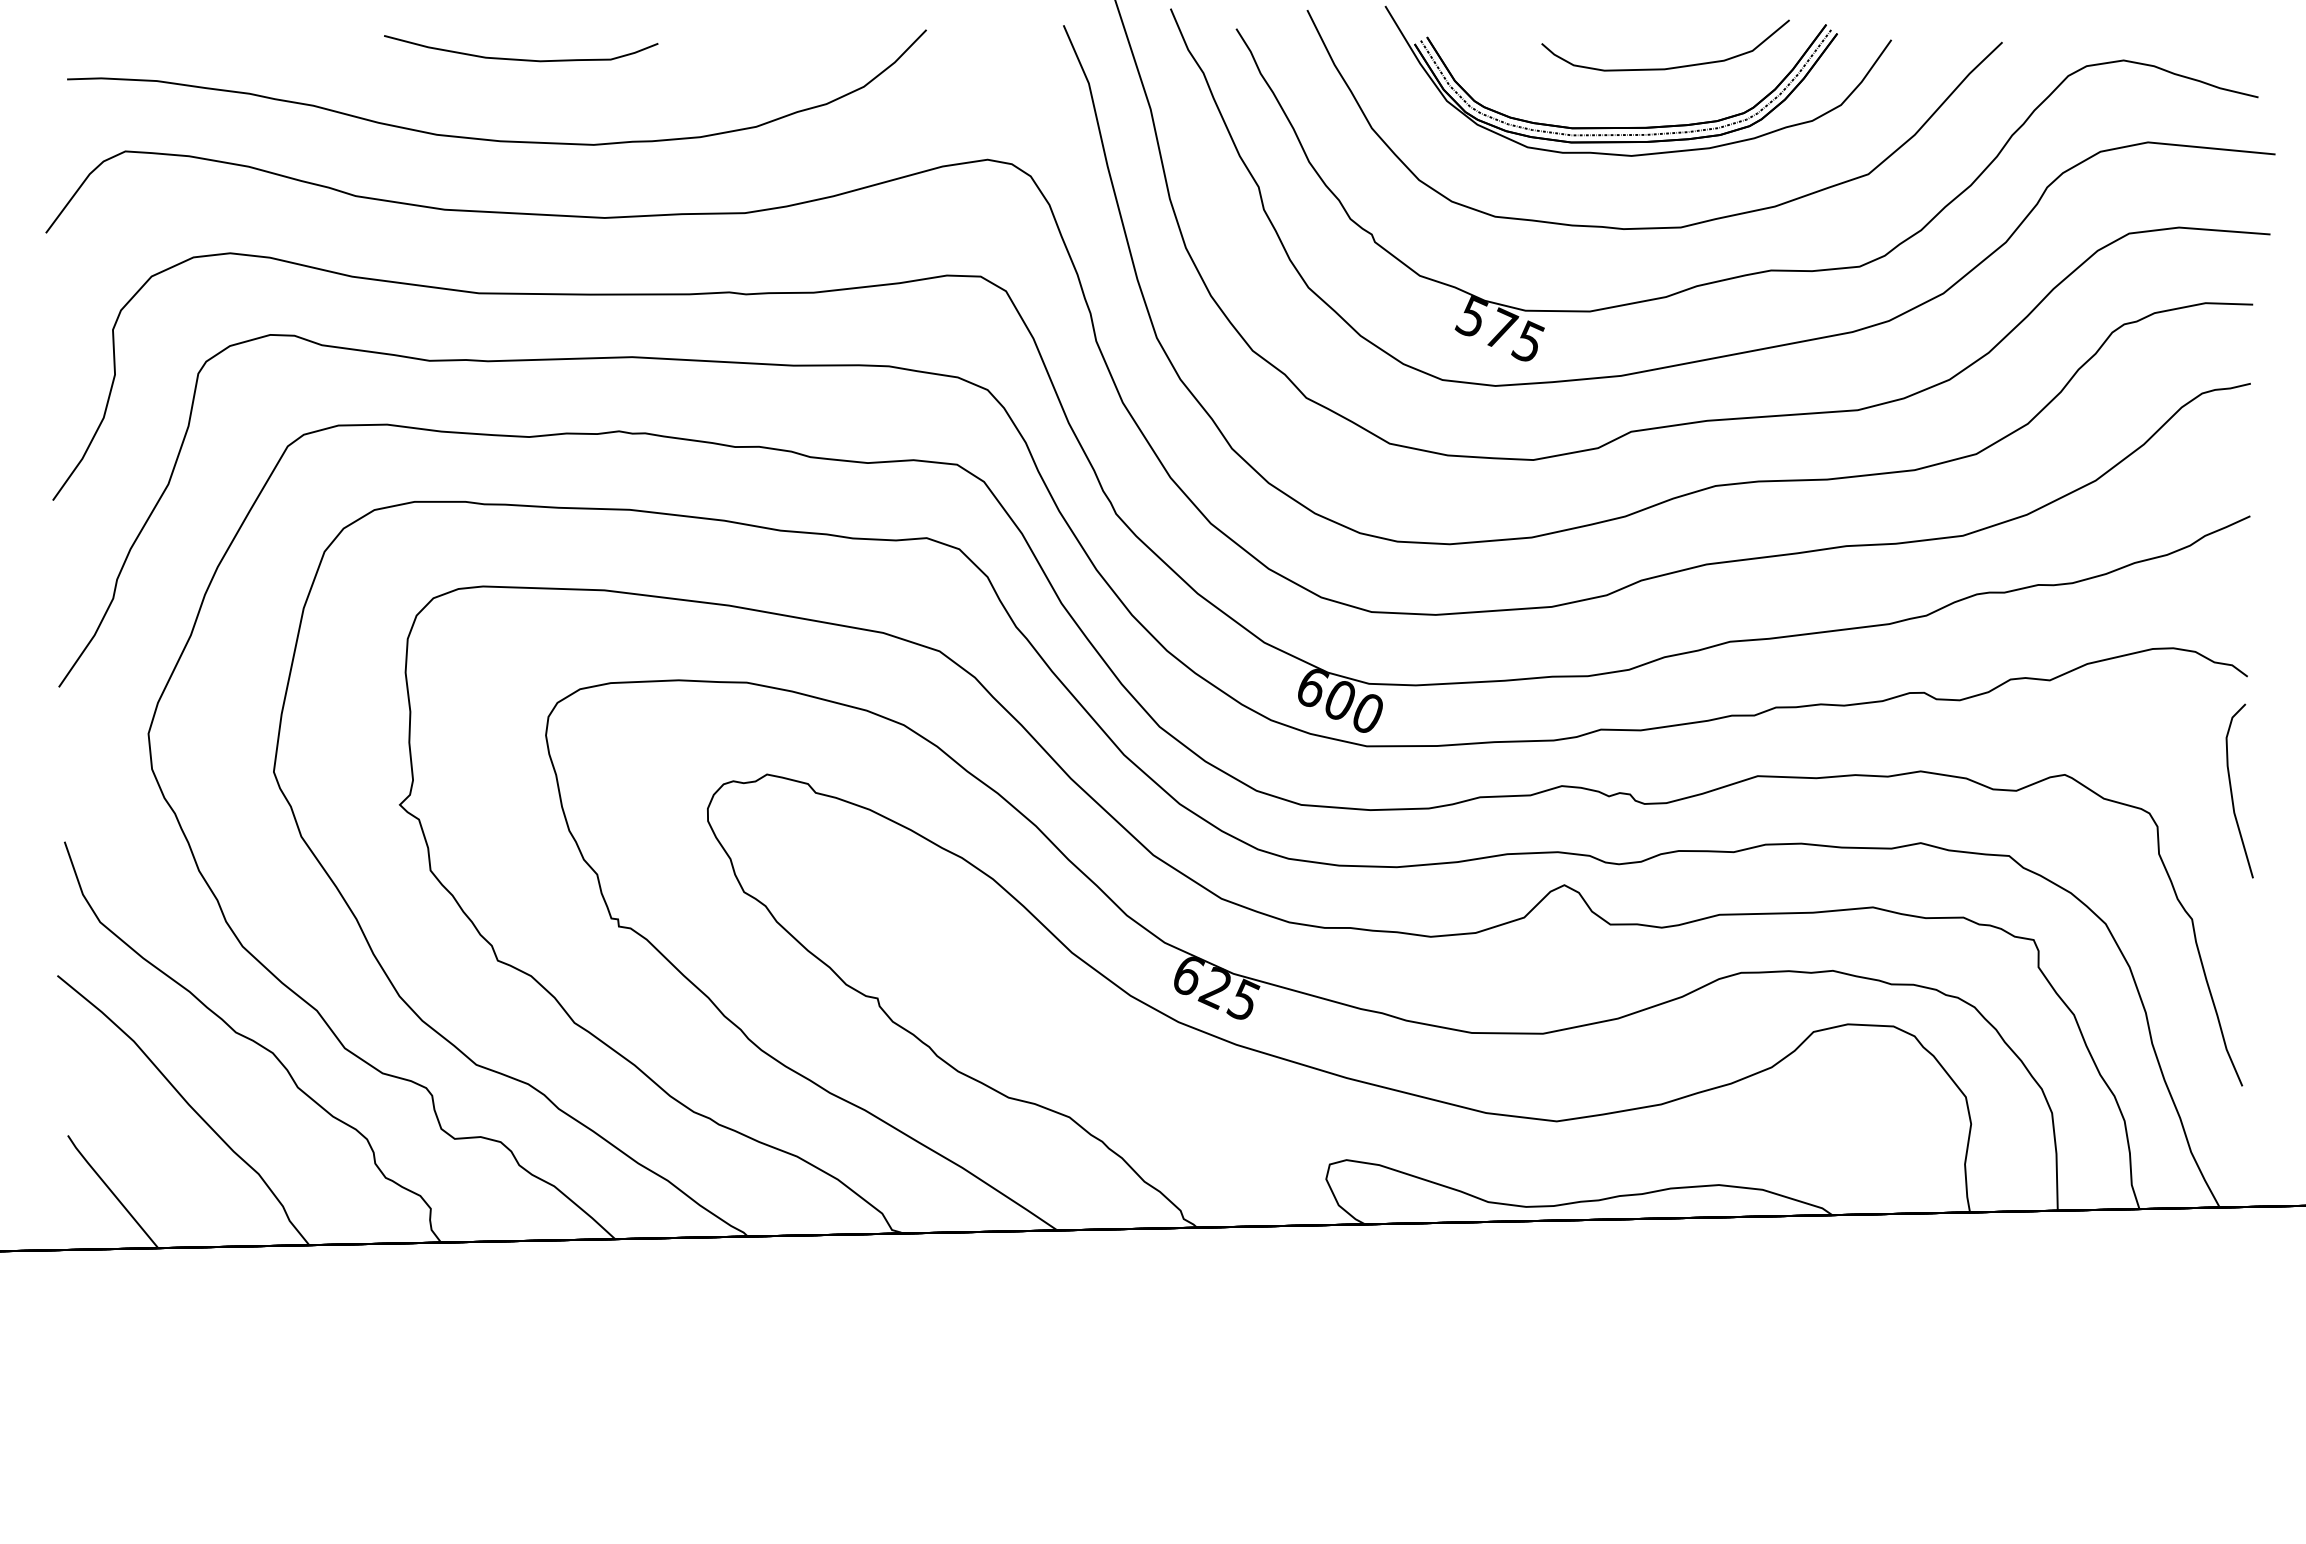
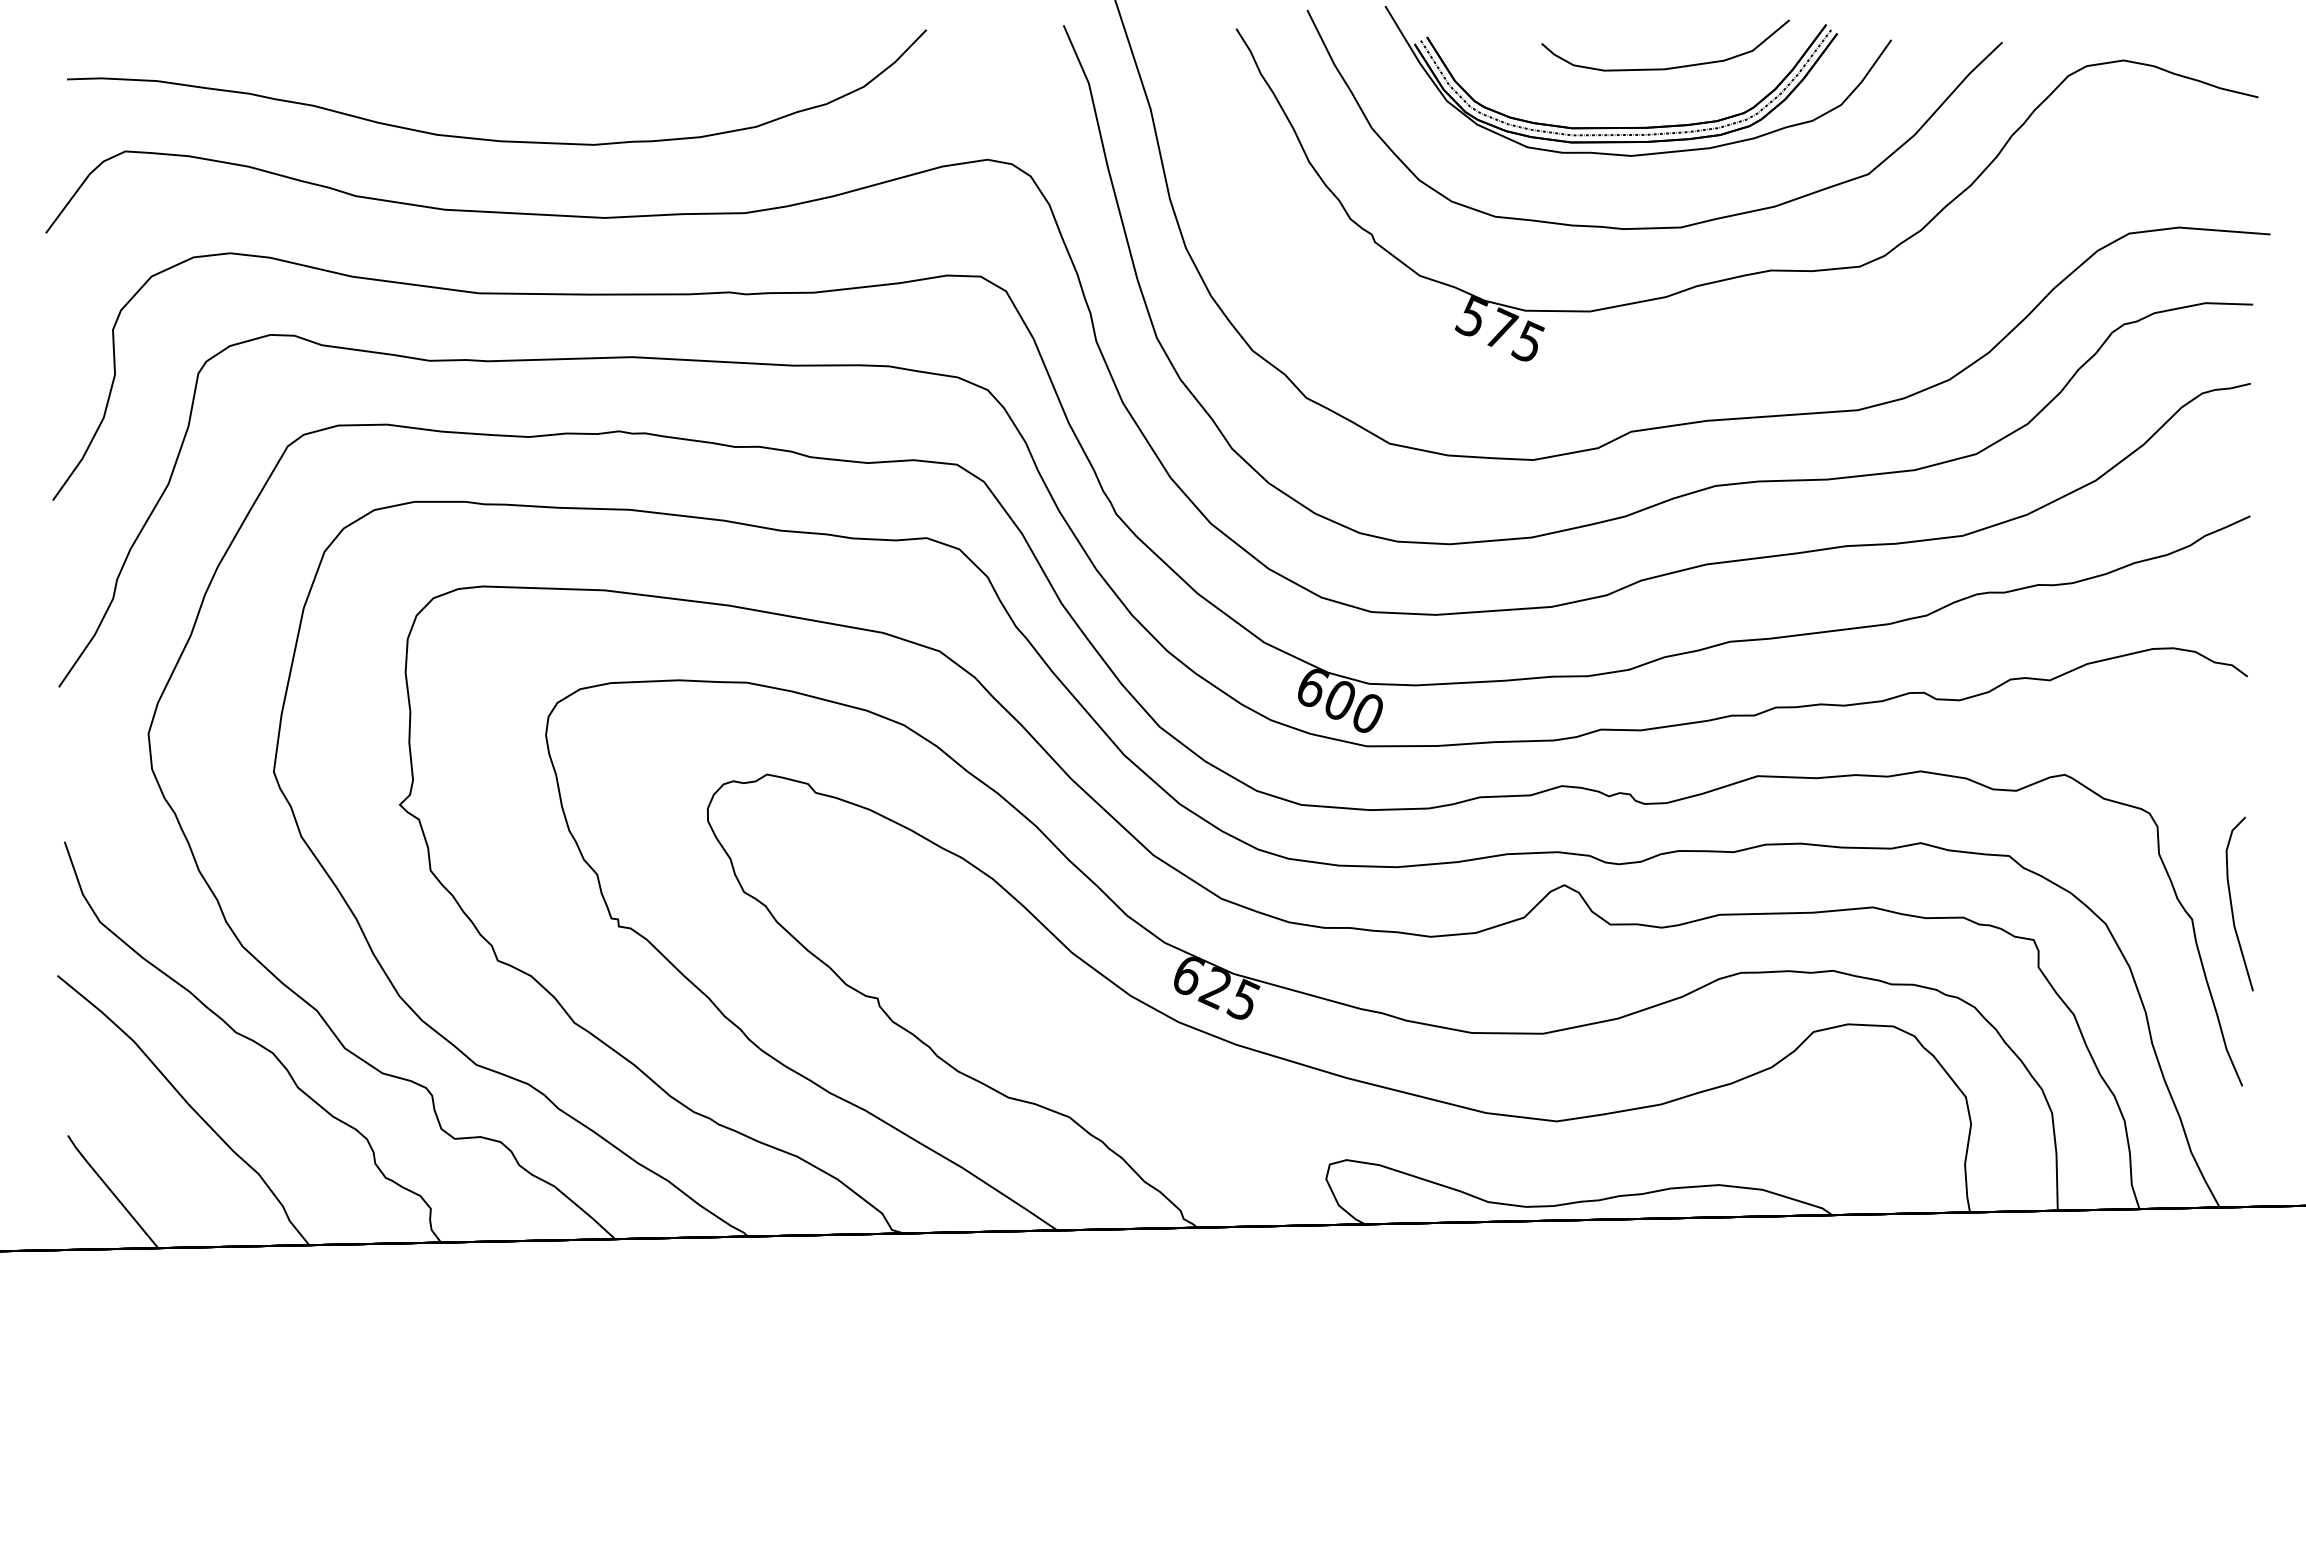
curve at (517, 58): present -> none
part at (1753, 349): present -> none
curve at (2232, 791) position: (2232, 791) -> (2232, 904)
